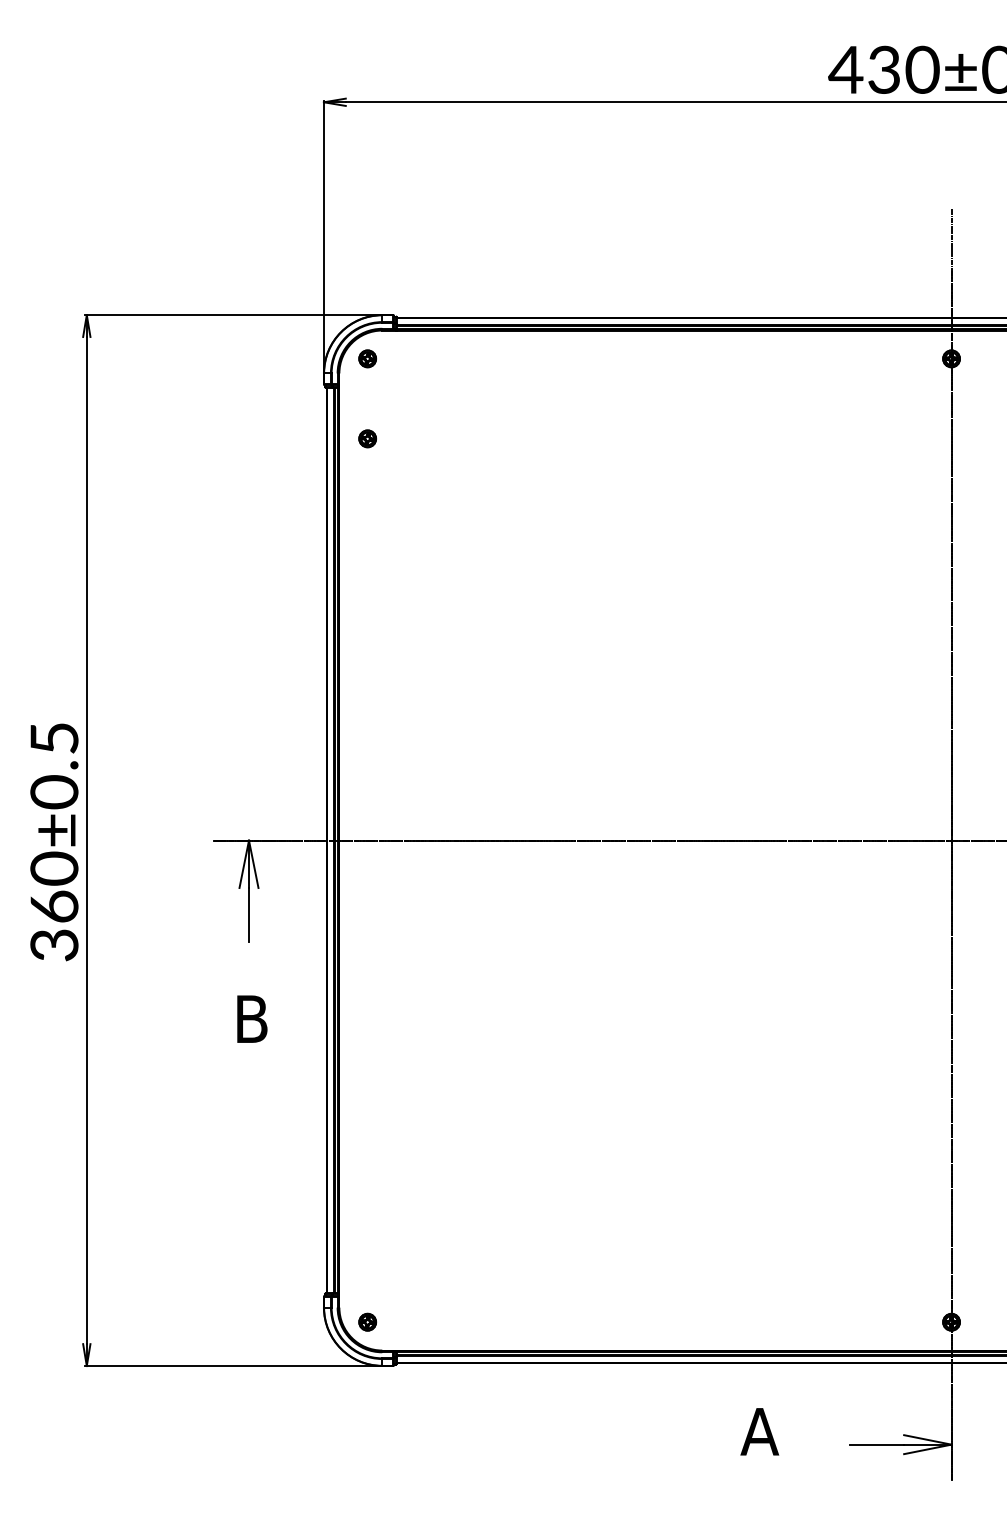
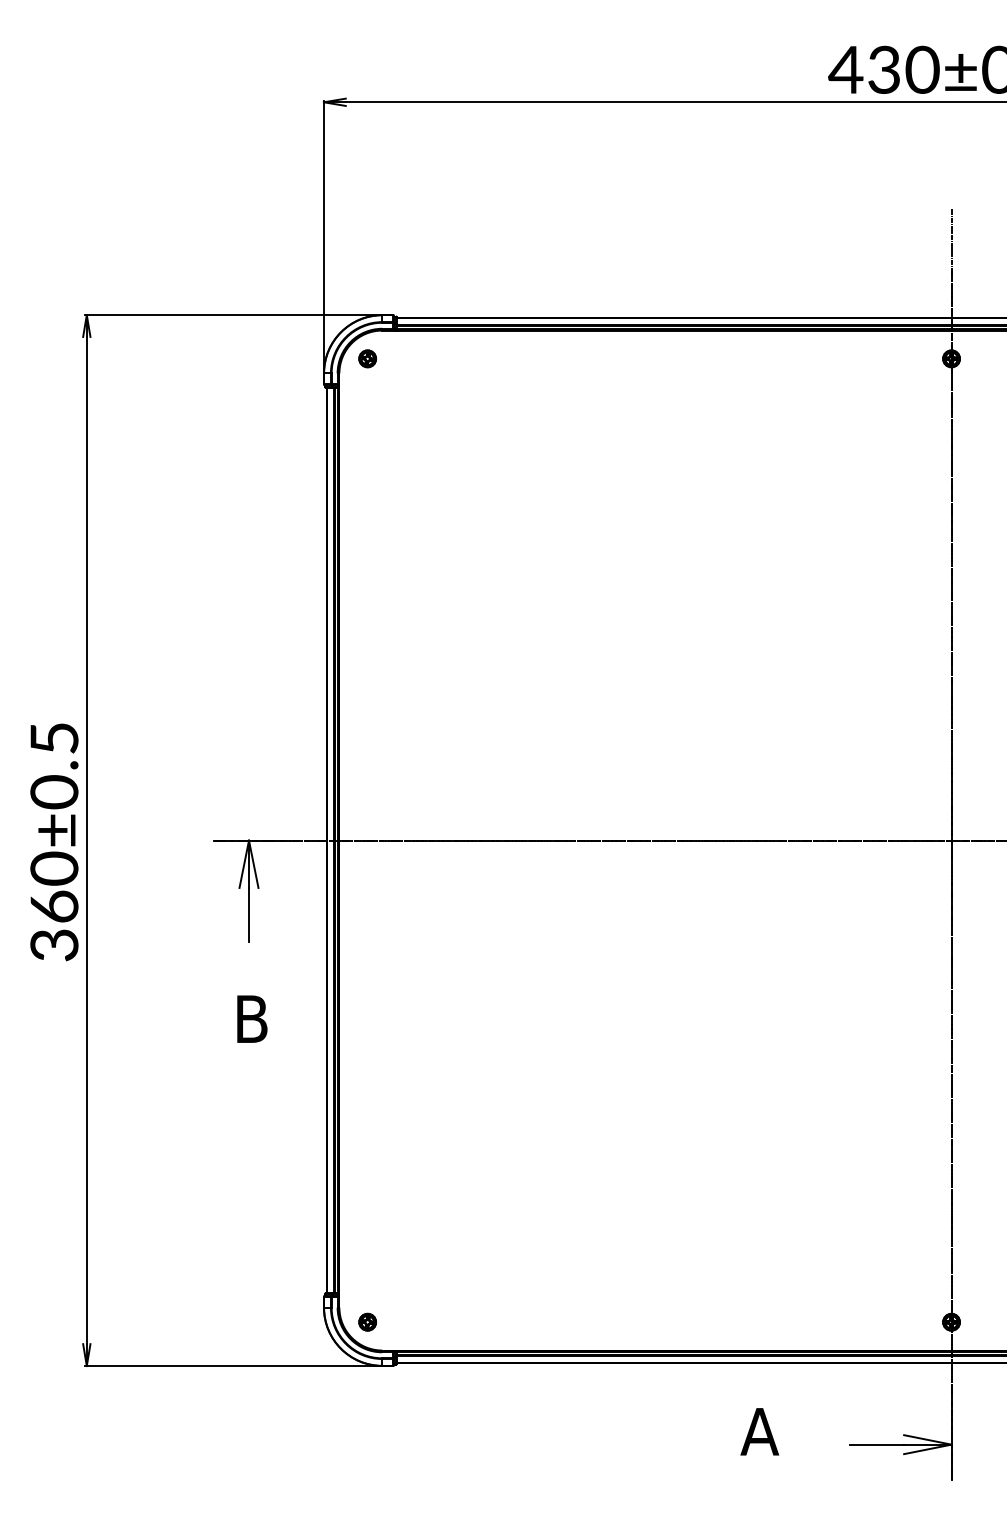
part at (367, 438): present -> none
